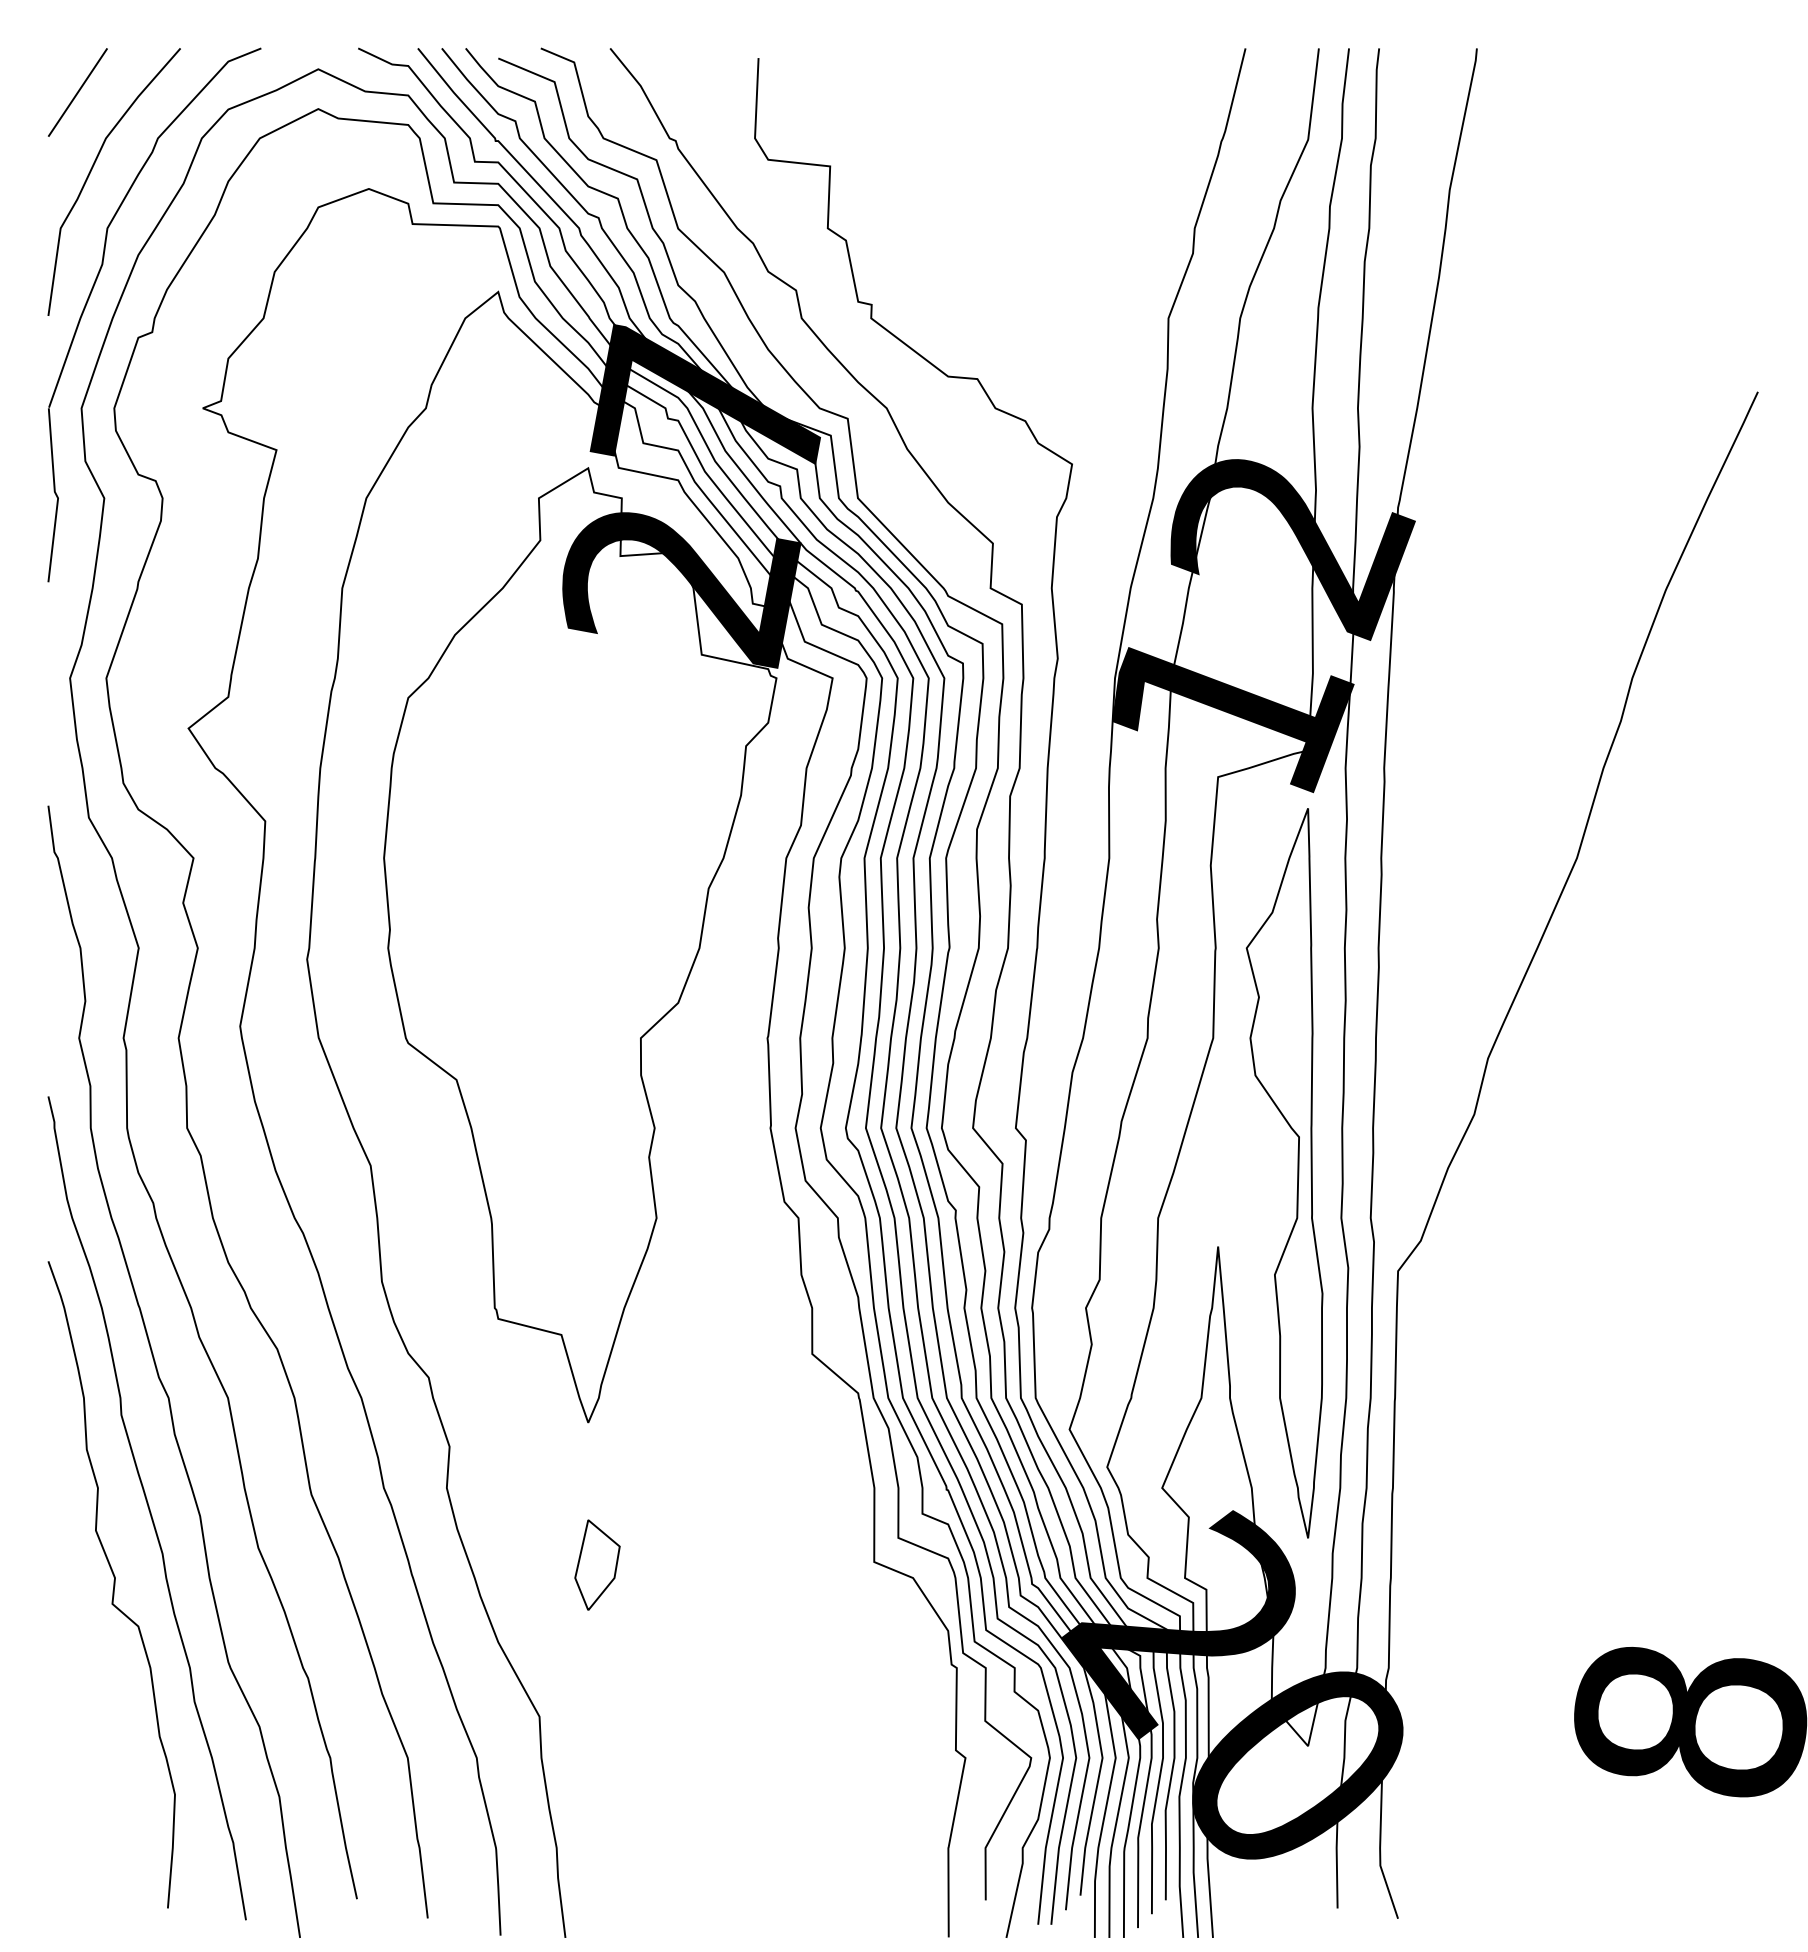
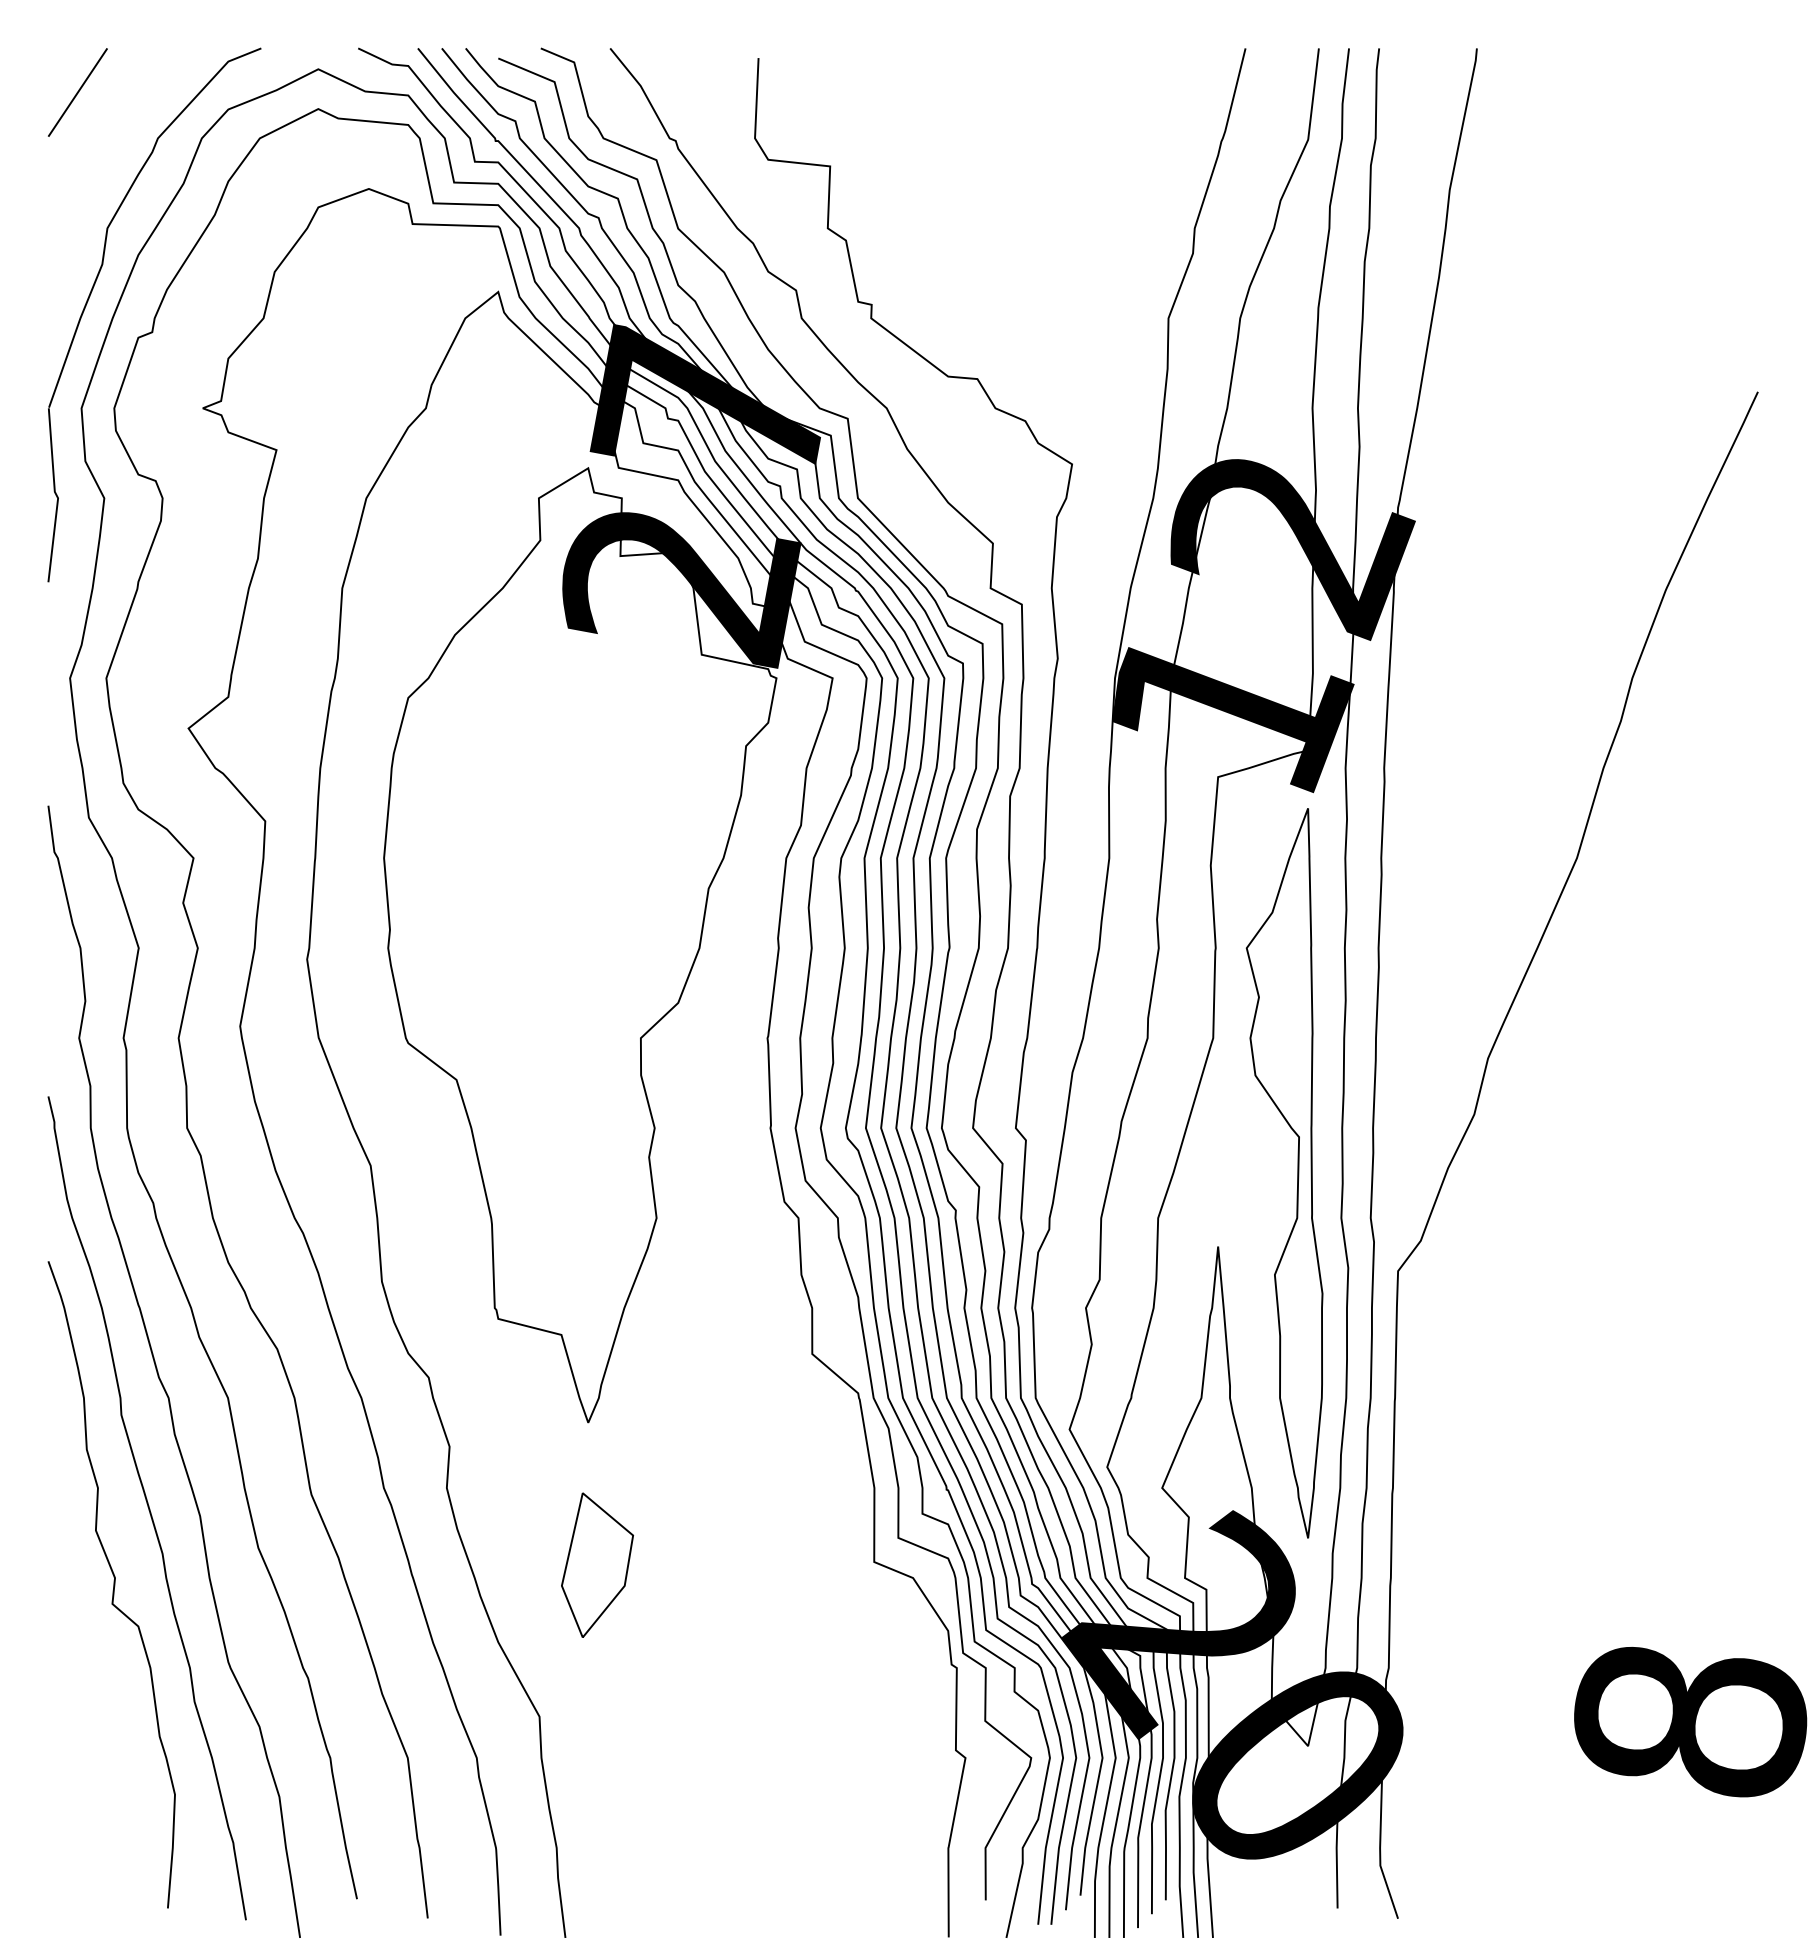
curve at (90, 174): present -> none
part at (597, 1564) size: 47x92 px -> 73x146 px
